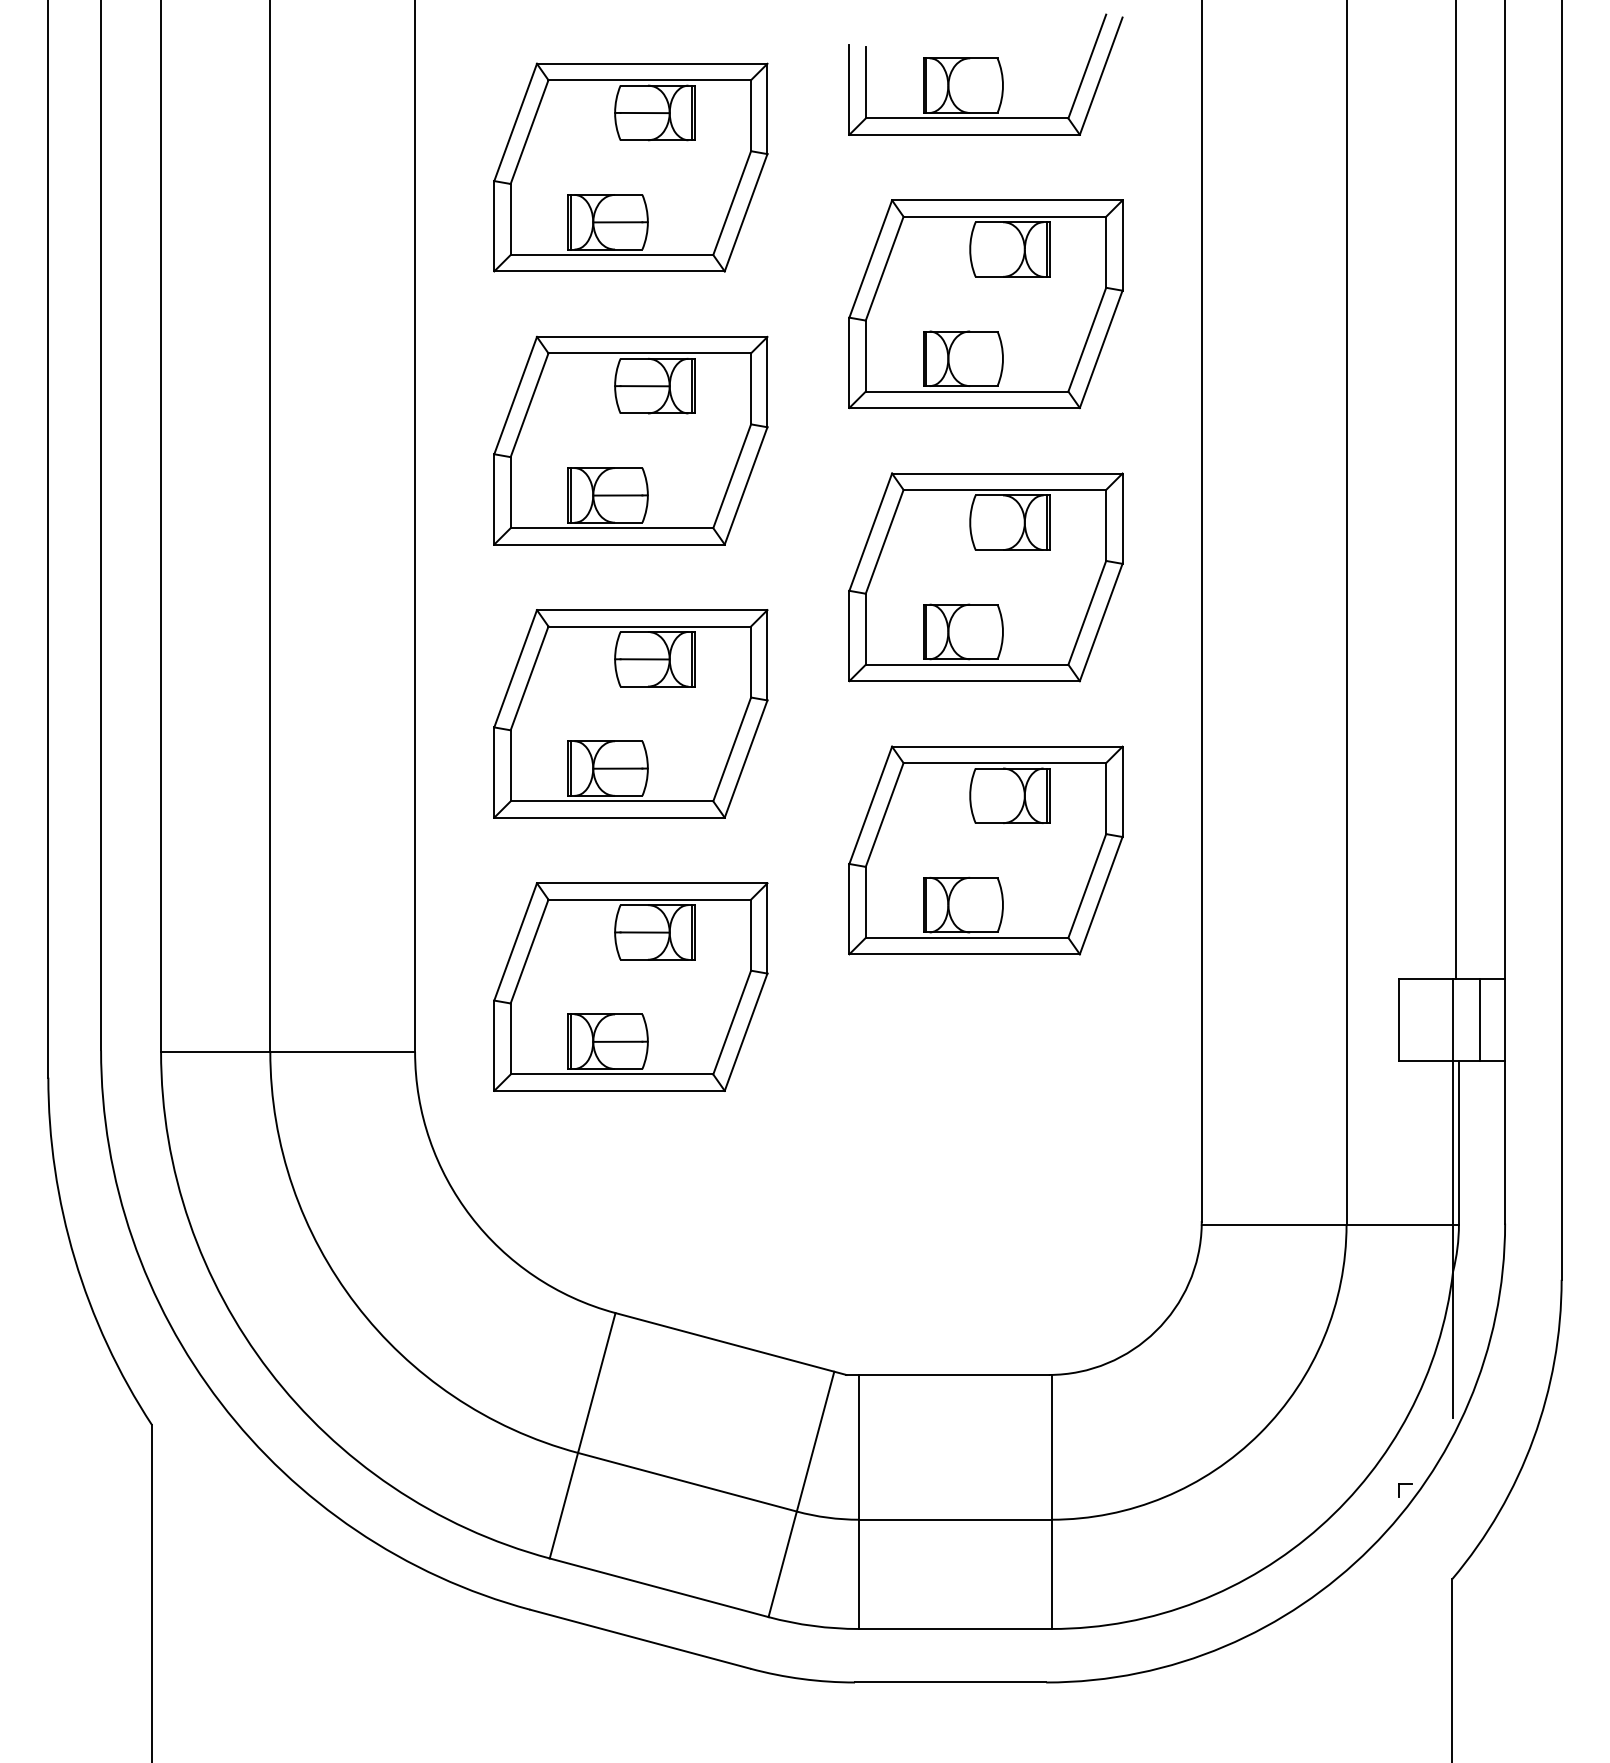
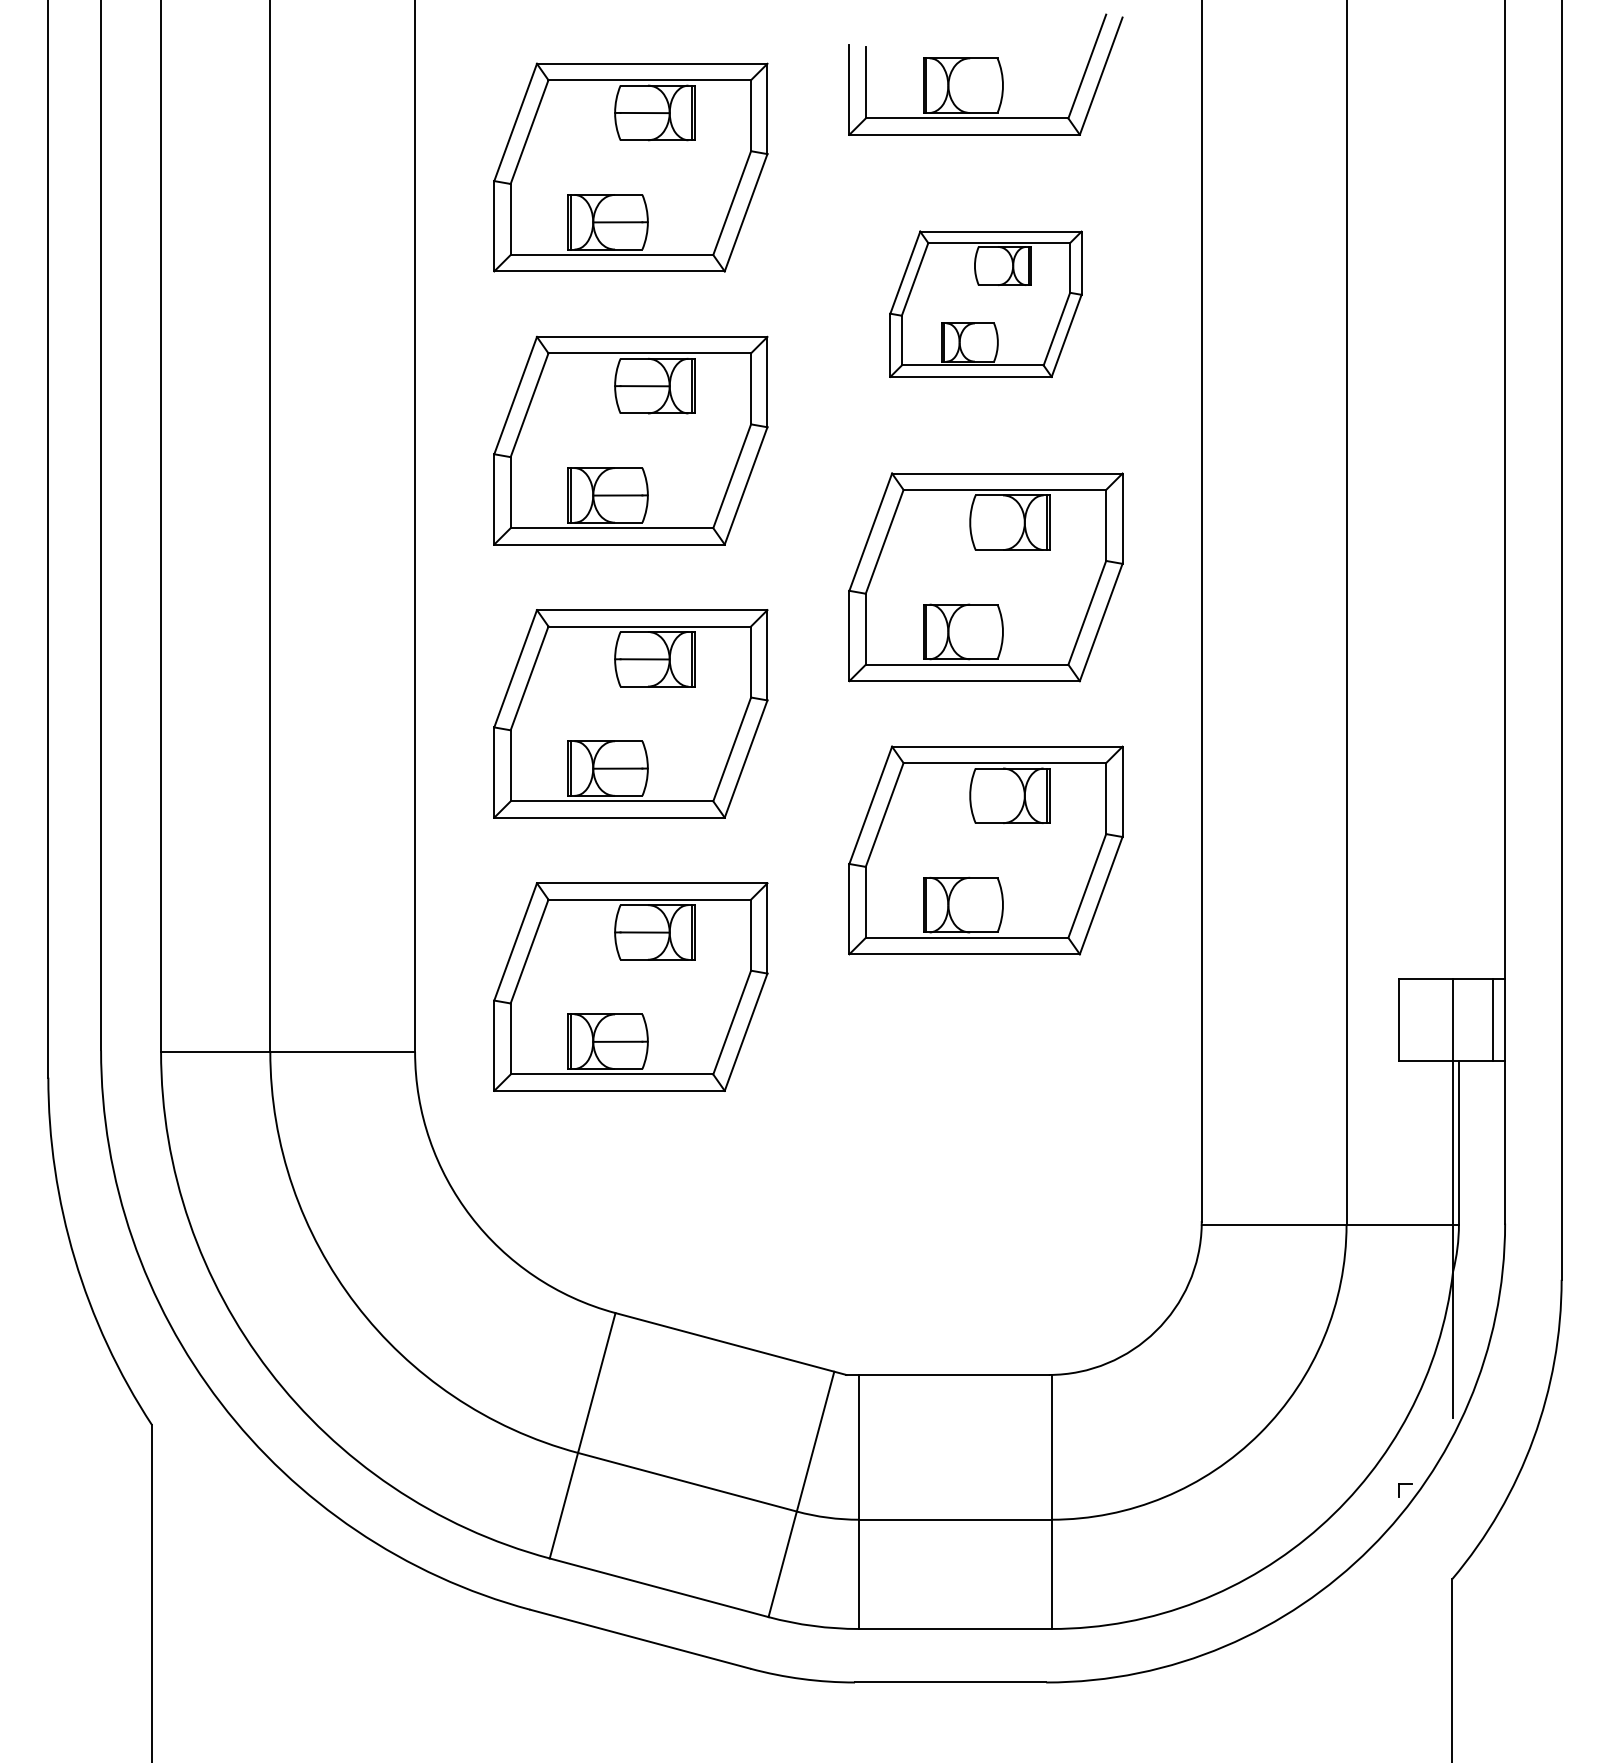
part at (985, 304) size: 276x211 px -> 194x148 px
line at (1455, 490): present -> none
line at (1480, 1019) position: (1480, 1019) -> (1493, 1019)
